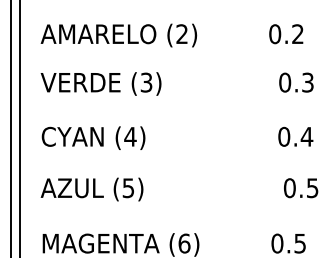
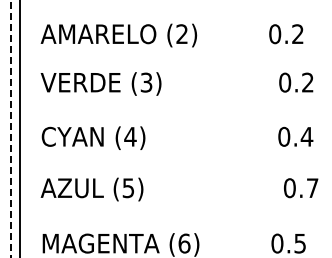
text at (307, 82): 0.3 -> 0.2
line at (10, 129): solid -> dashed
text at (312, 188): 0.5 -> 0.7
